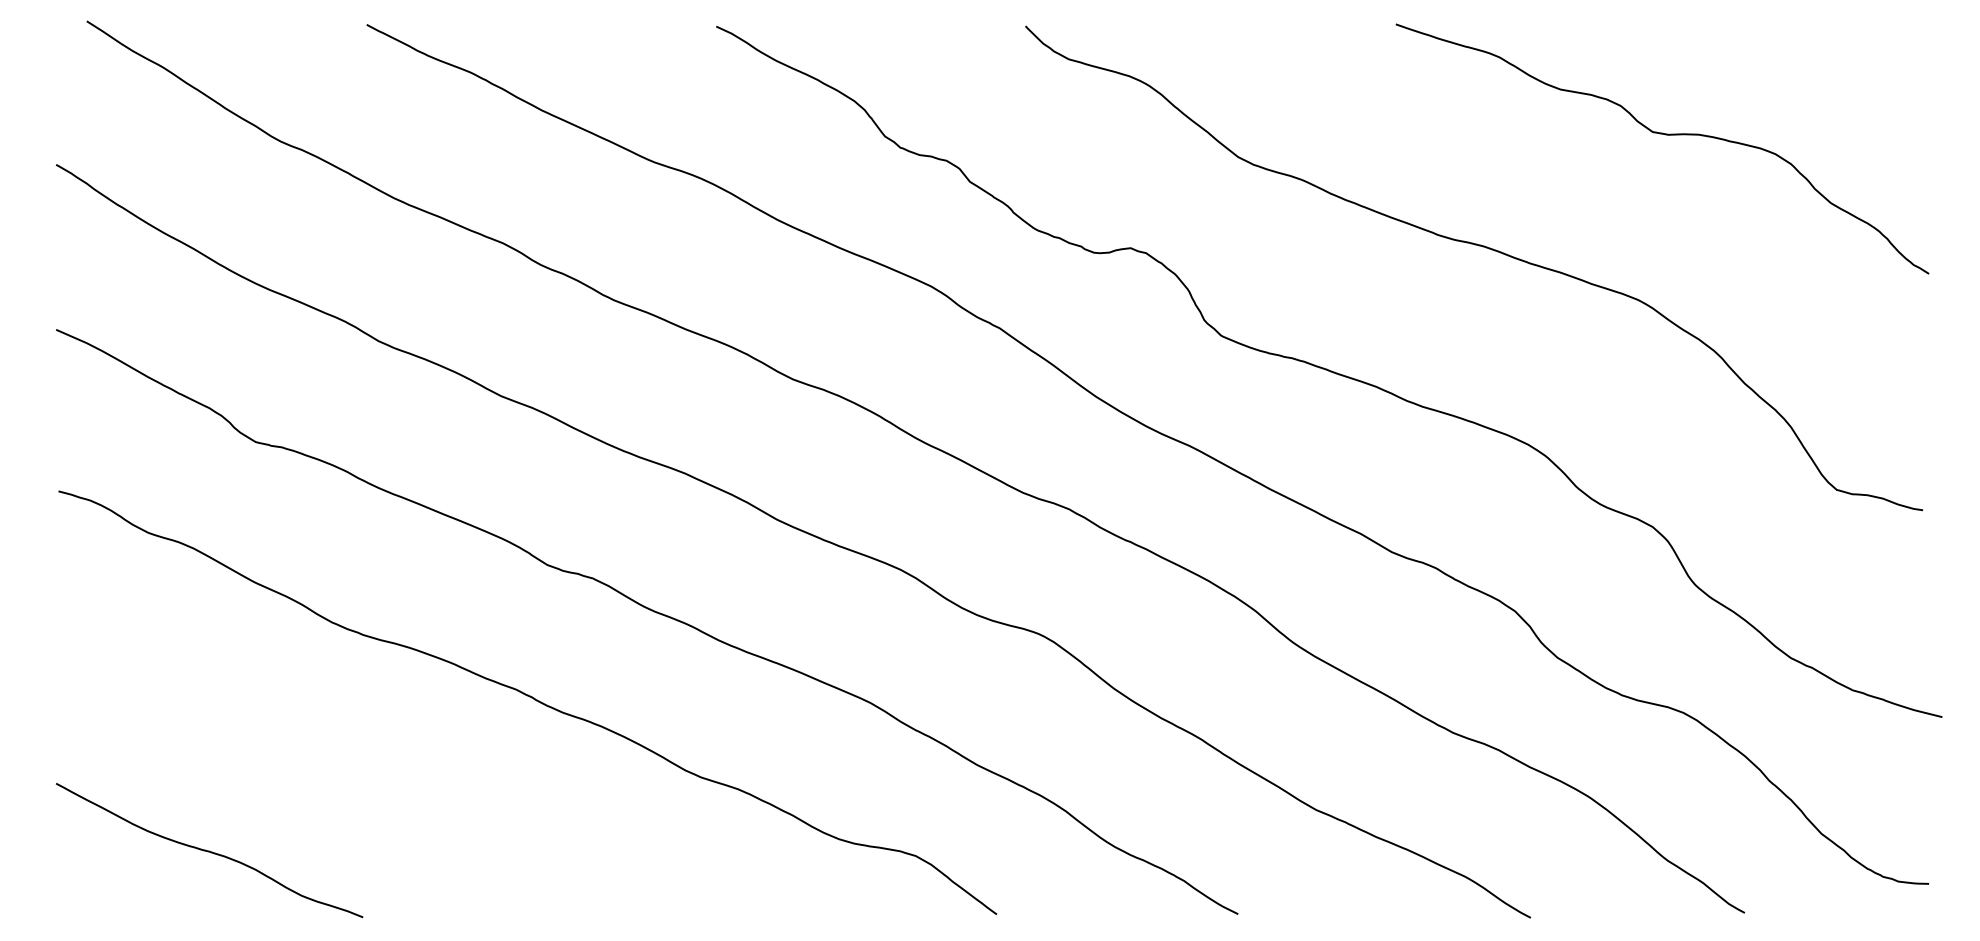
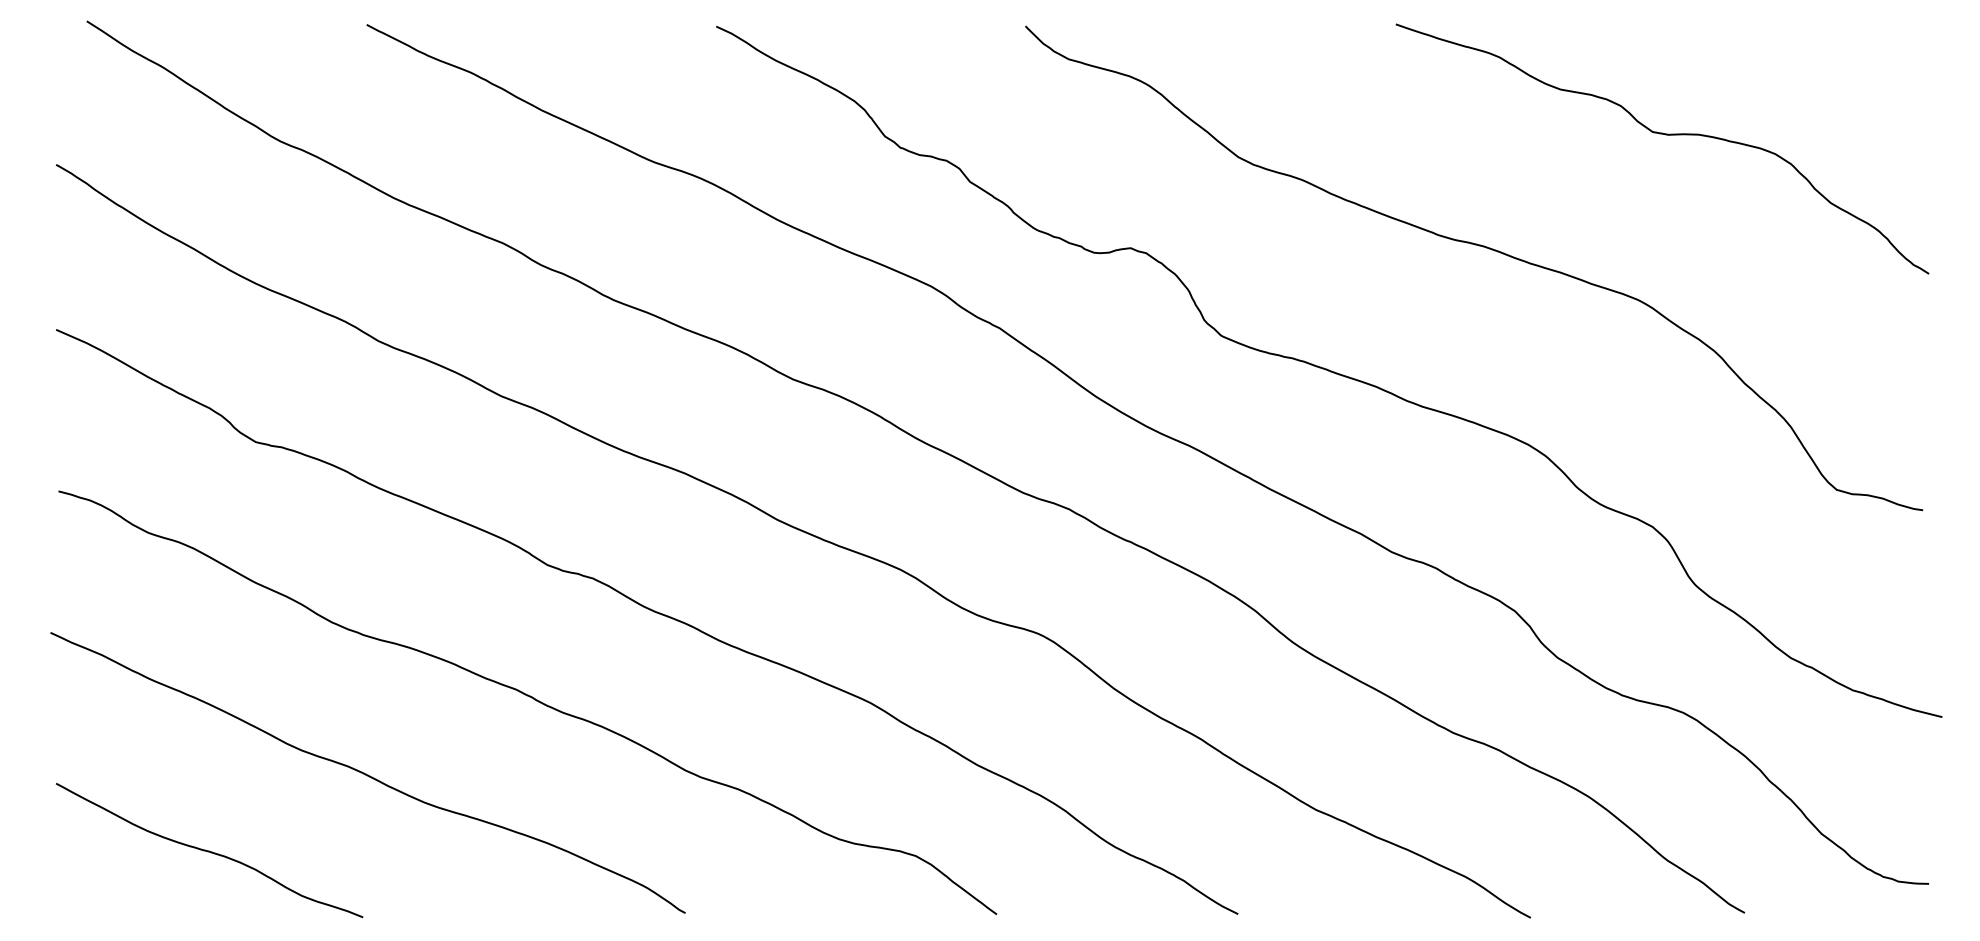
curve at (366, 773): none -> present
